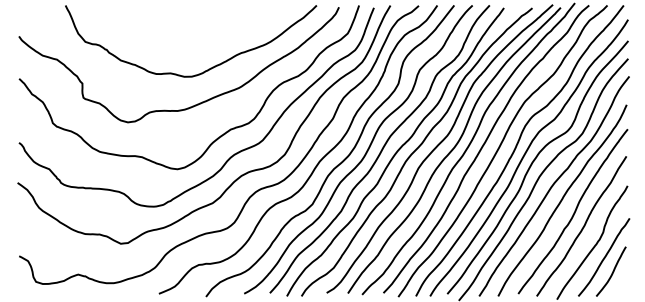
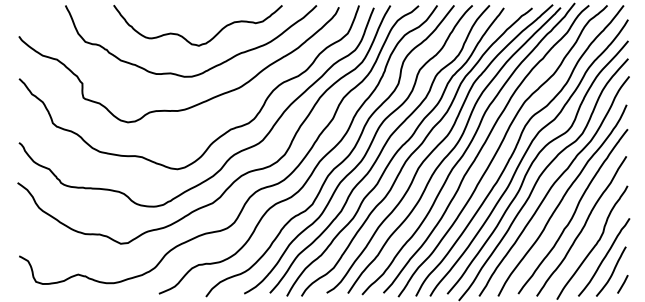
curve at (186, 38): none -> present
line at (622, 284): none -> present
